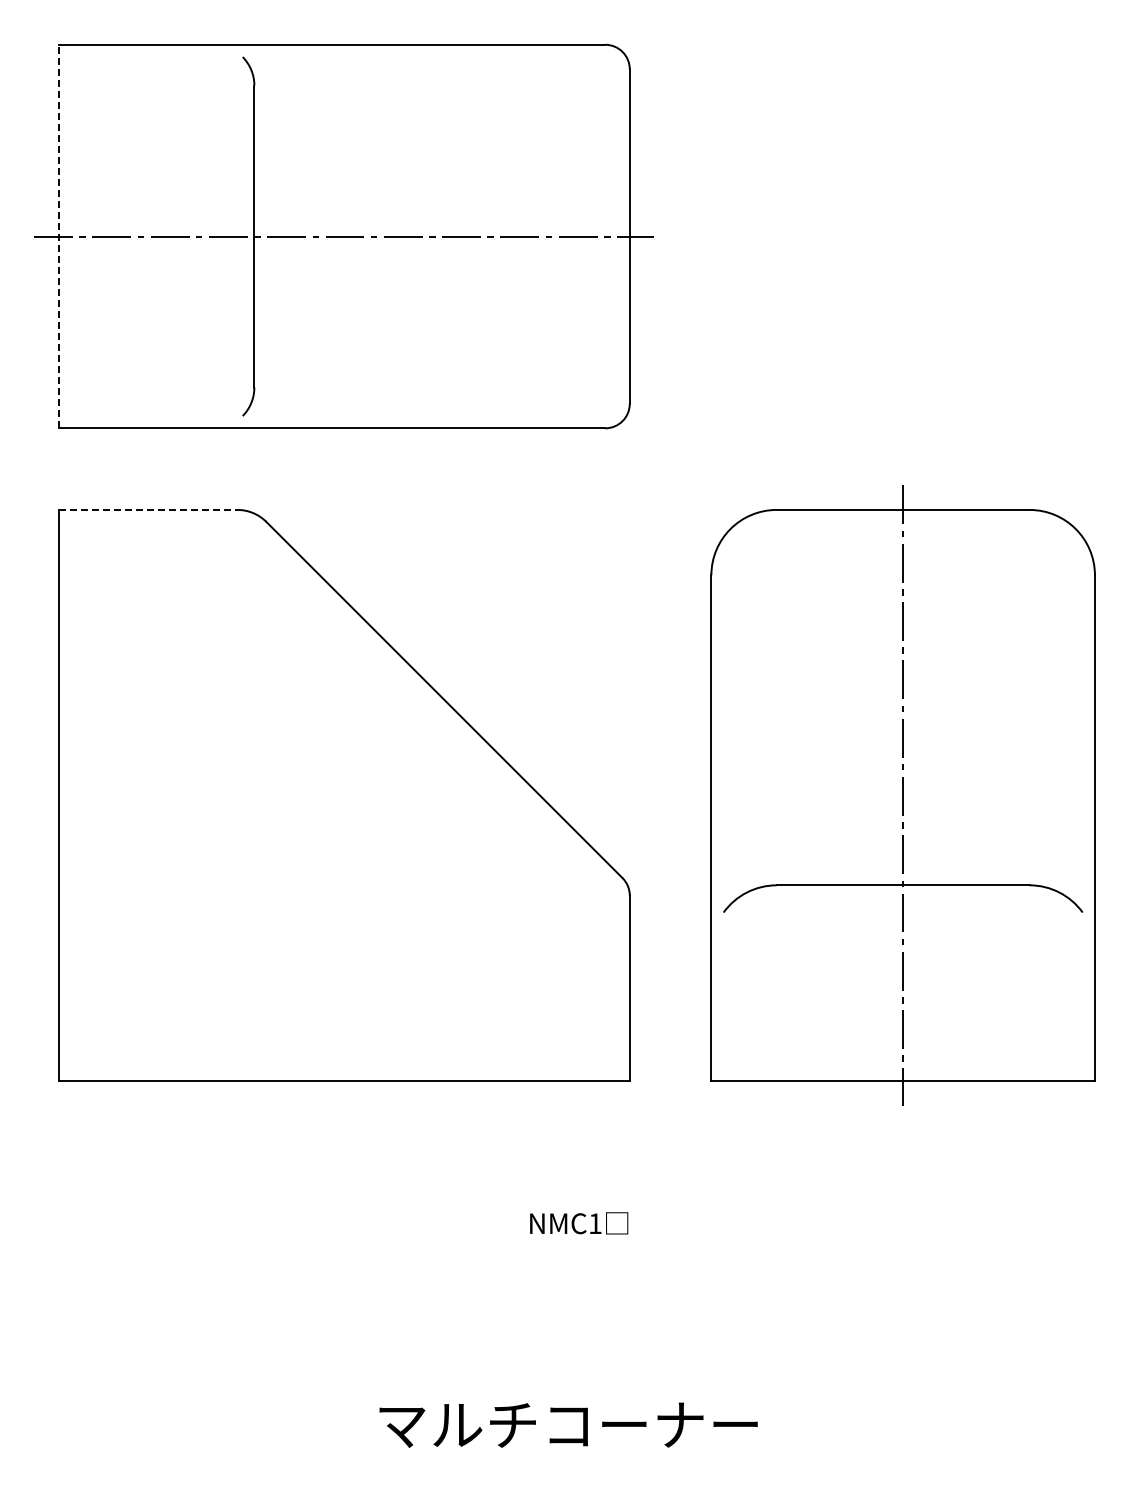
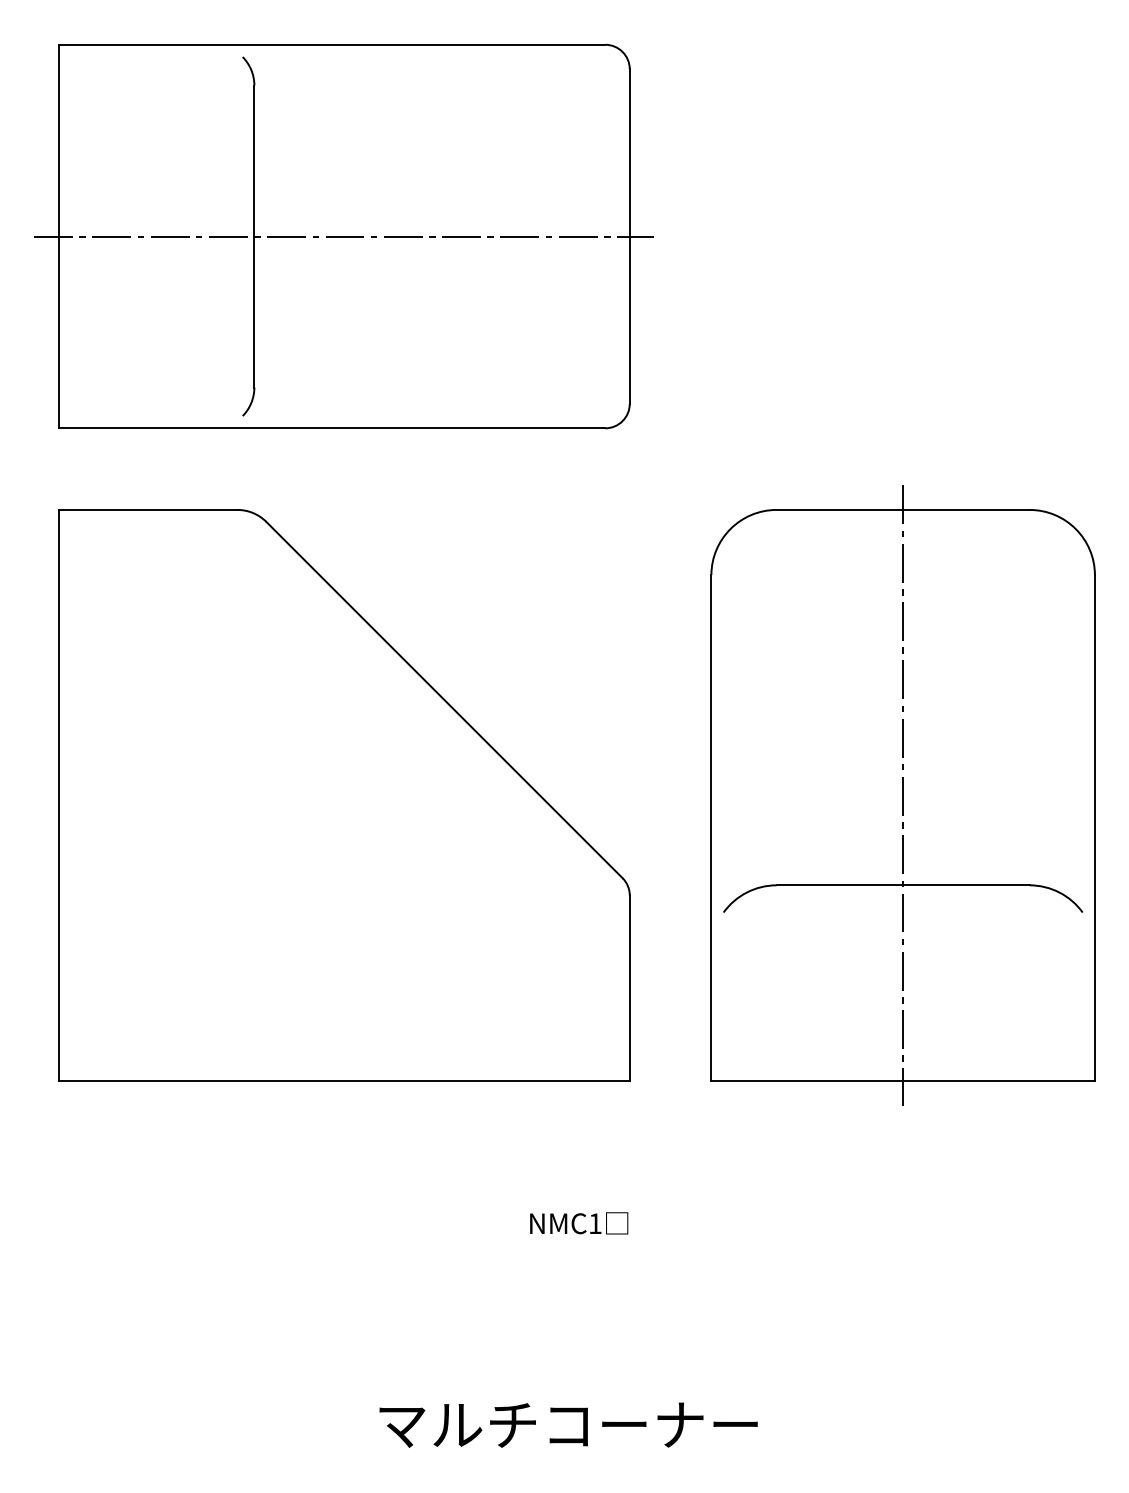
line at (58, 236): dashed -> solid
line at (148, 509): dashed -> solid
